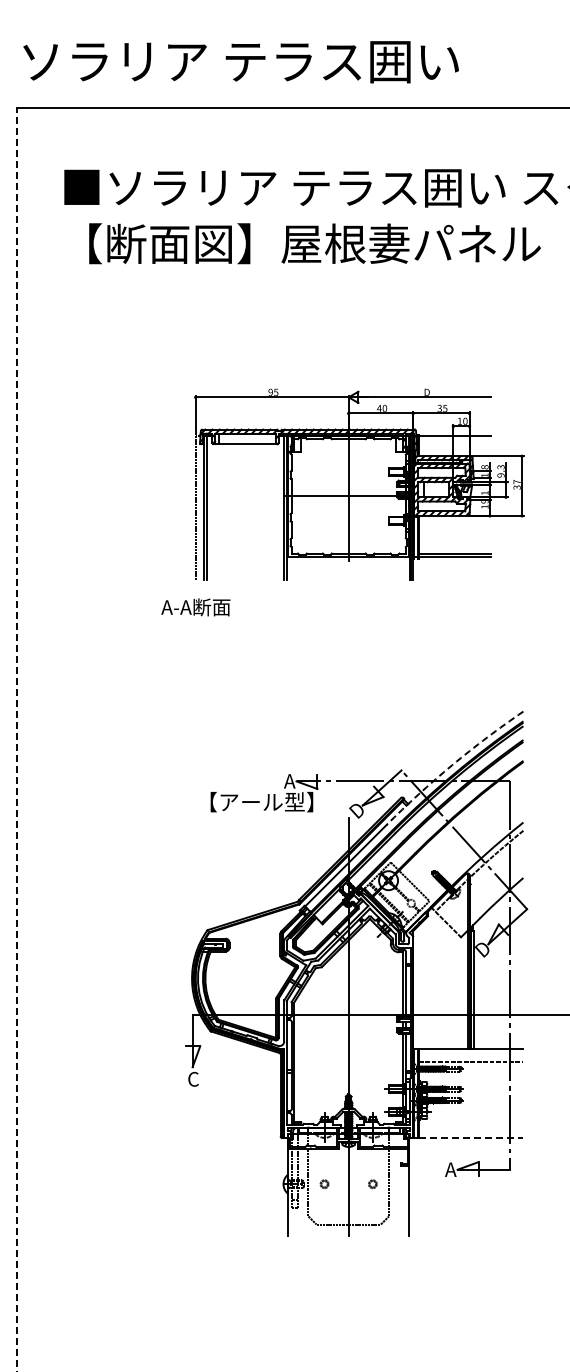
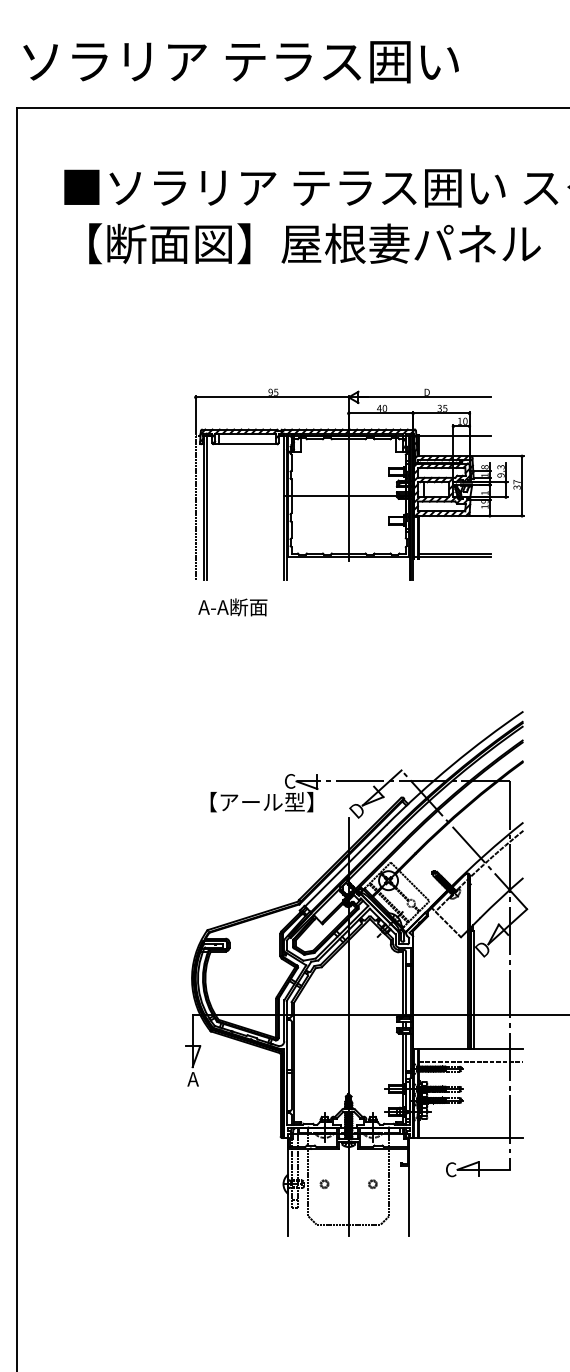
text at (195, 607) position: (195, 607) -> (232, 607)
line at (17, 740): dashed -> solid
arc at (452, 765): dashed -> solid
text at (289, 781): A -> C
text at (192, 1078): C -> A
line at (471, 1137): dashed -> solid
text at (450, 1169): A -> C
